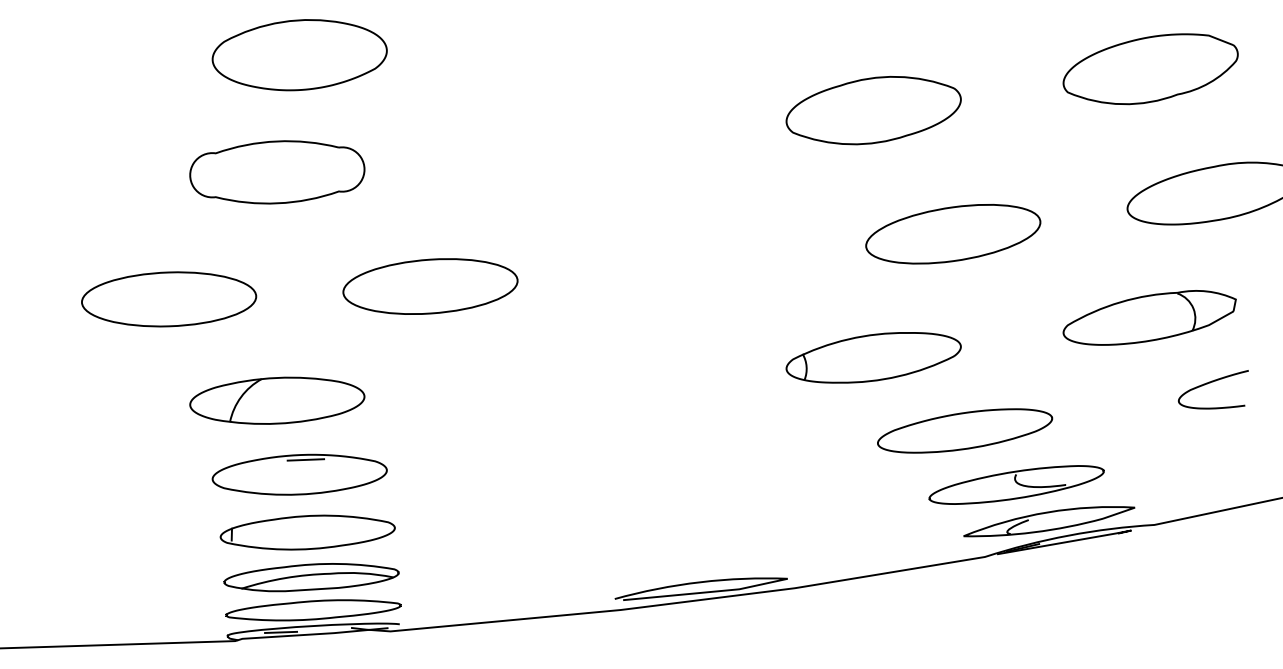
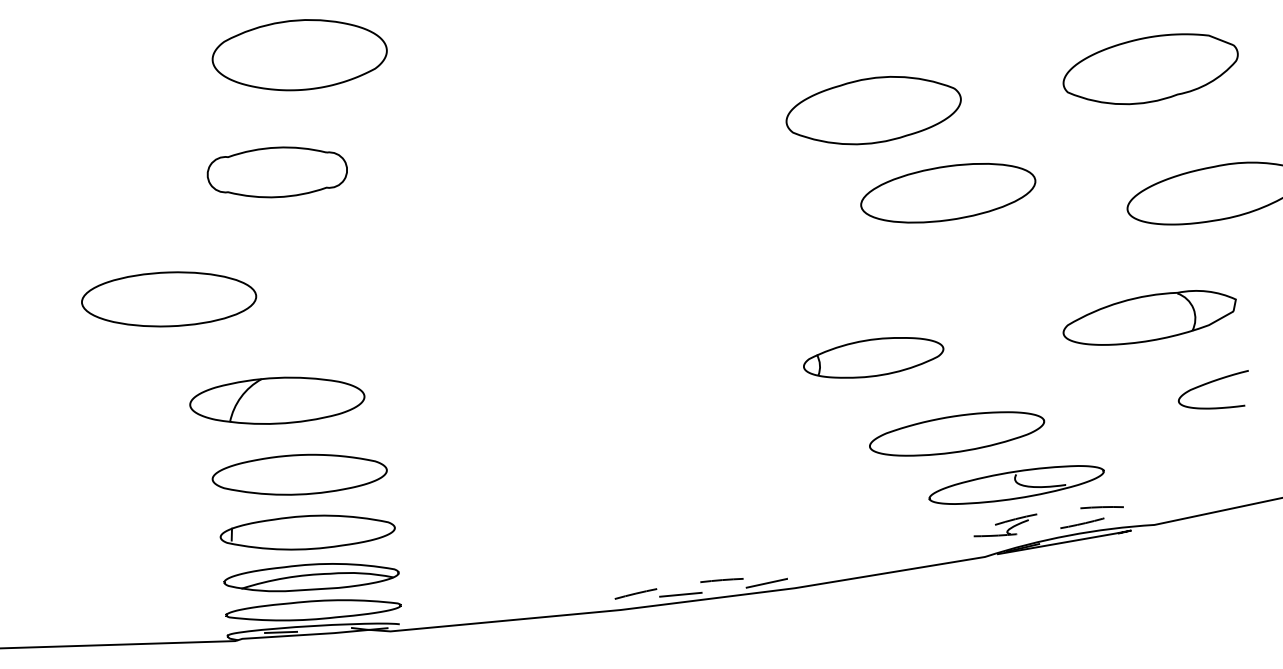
part at (277, 172) size: 177x65 px -> 142x53 px
part at (953, 234) position: (953, 234) -> (948, 193)
part at (430, 286): present -> none
part at (873, 357) size: 177x52 px -> 142x42 px
part at (965, 430) position: (965, 430) -> (957, 433)
line at (305, 459): present -> none
line at (996, 524): solid -> dashed
line at (780, 578): solid -> dashed
